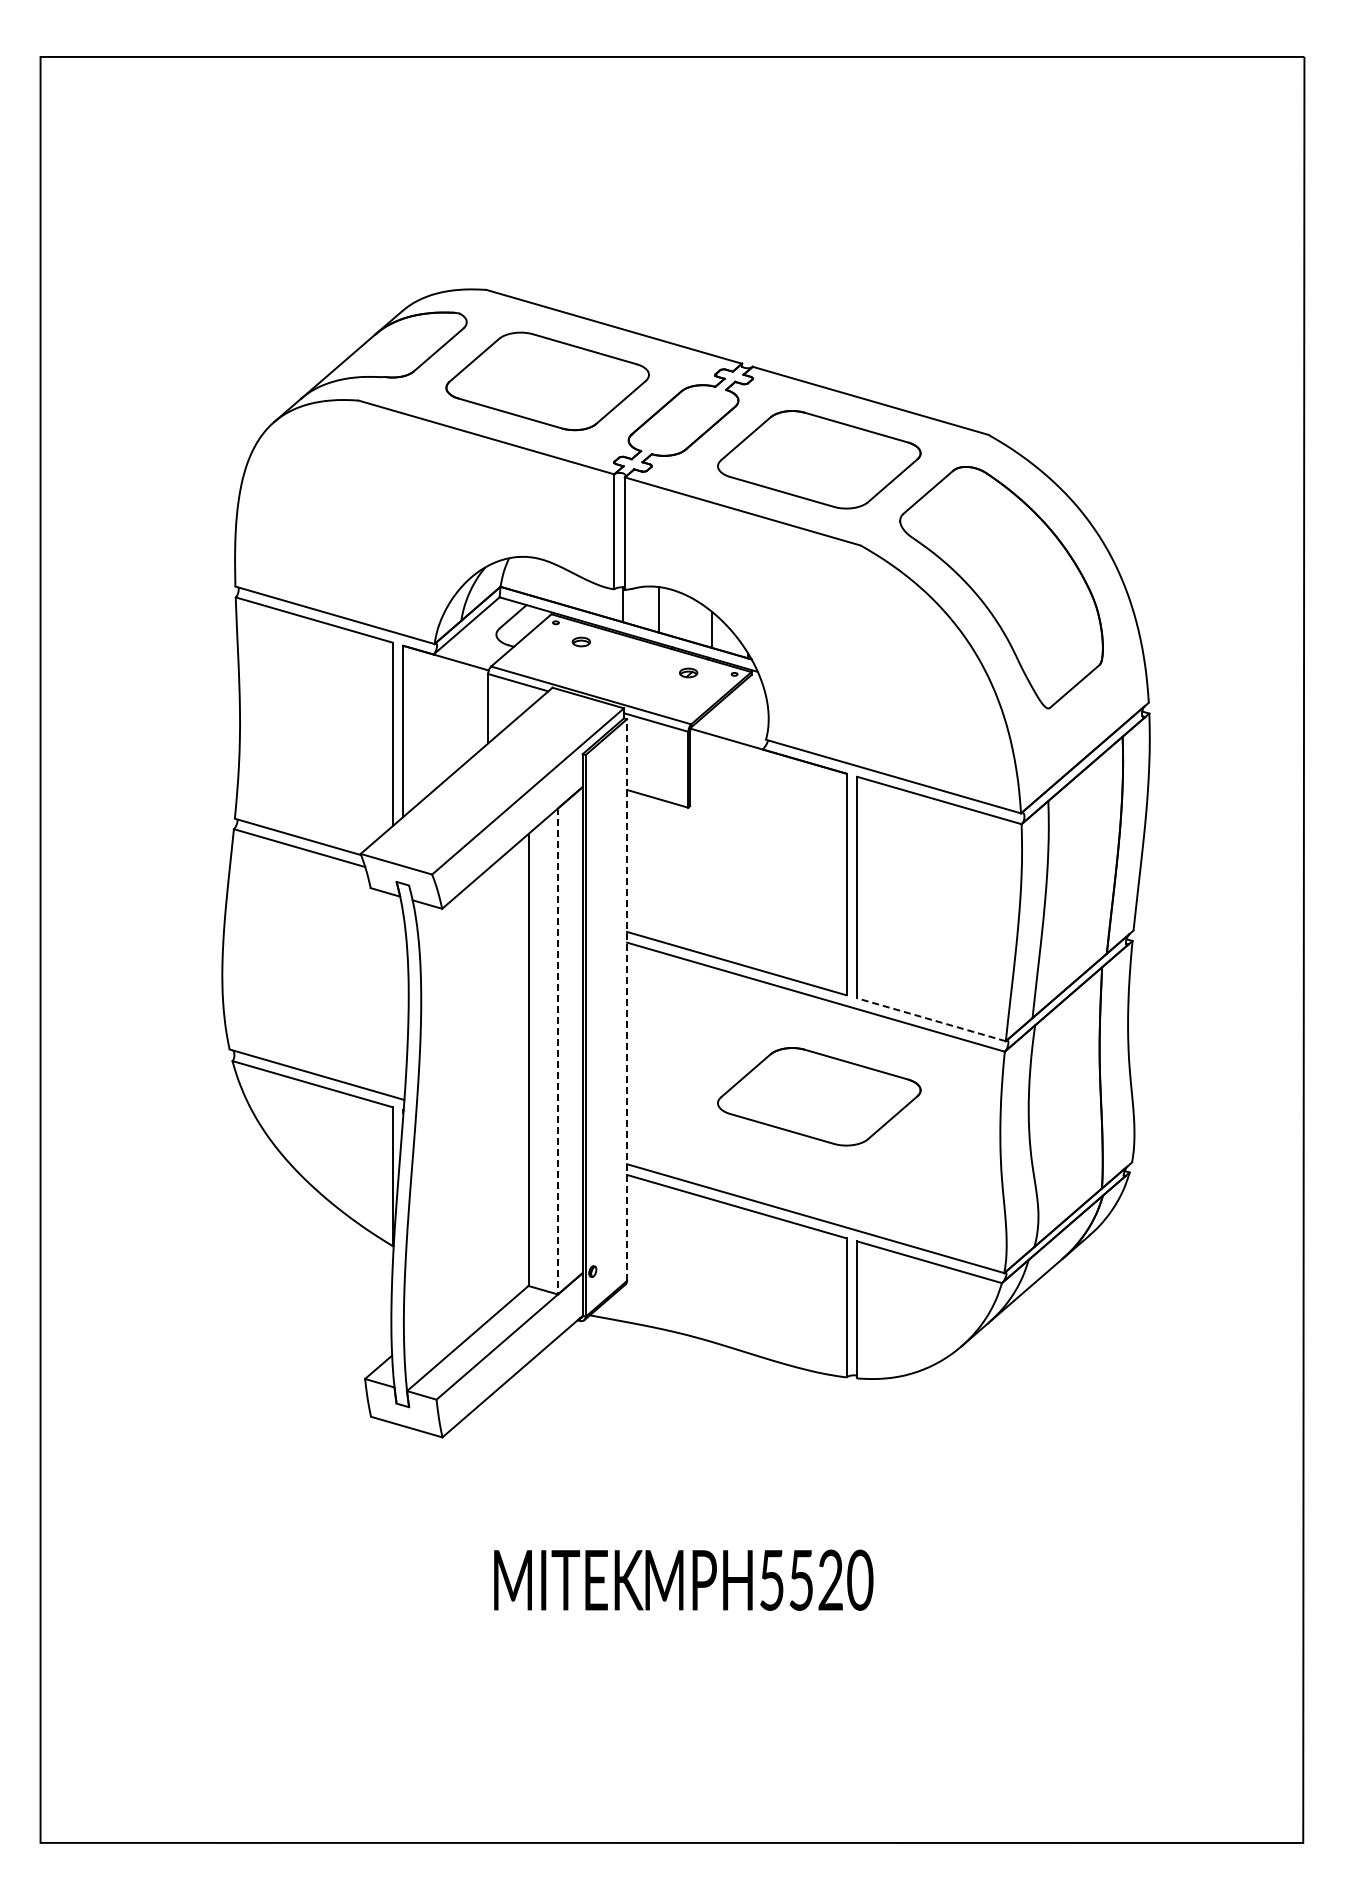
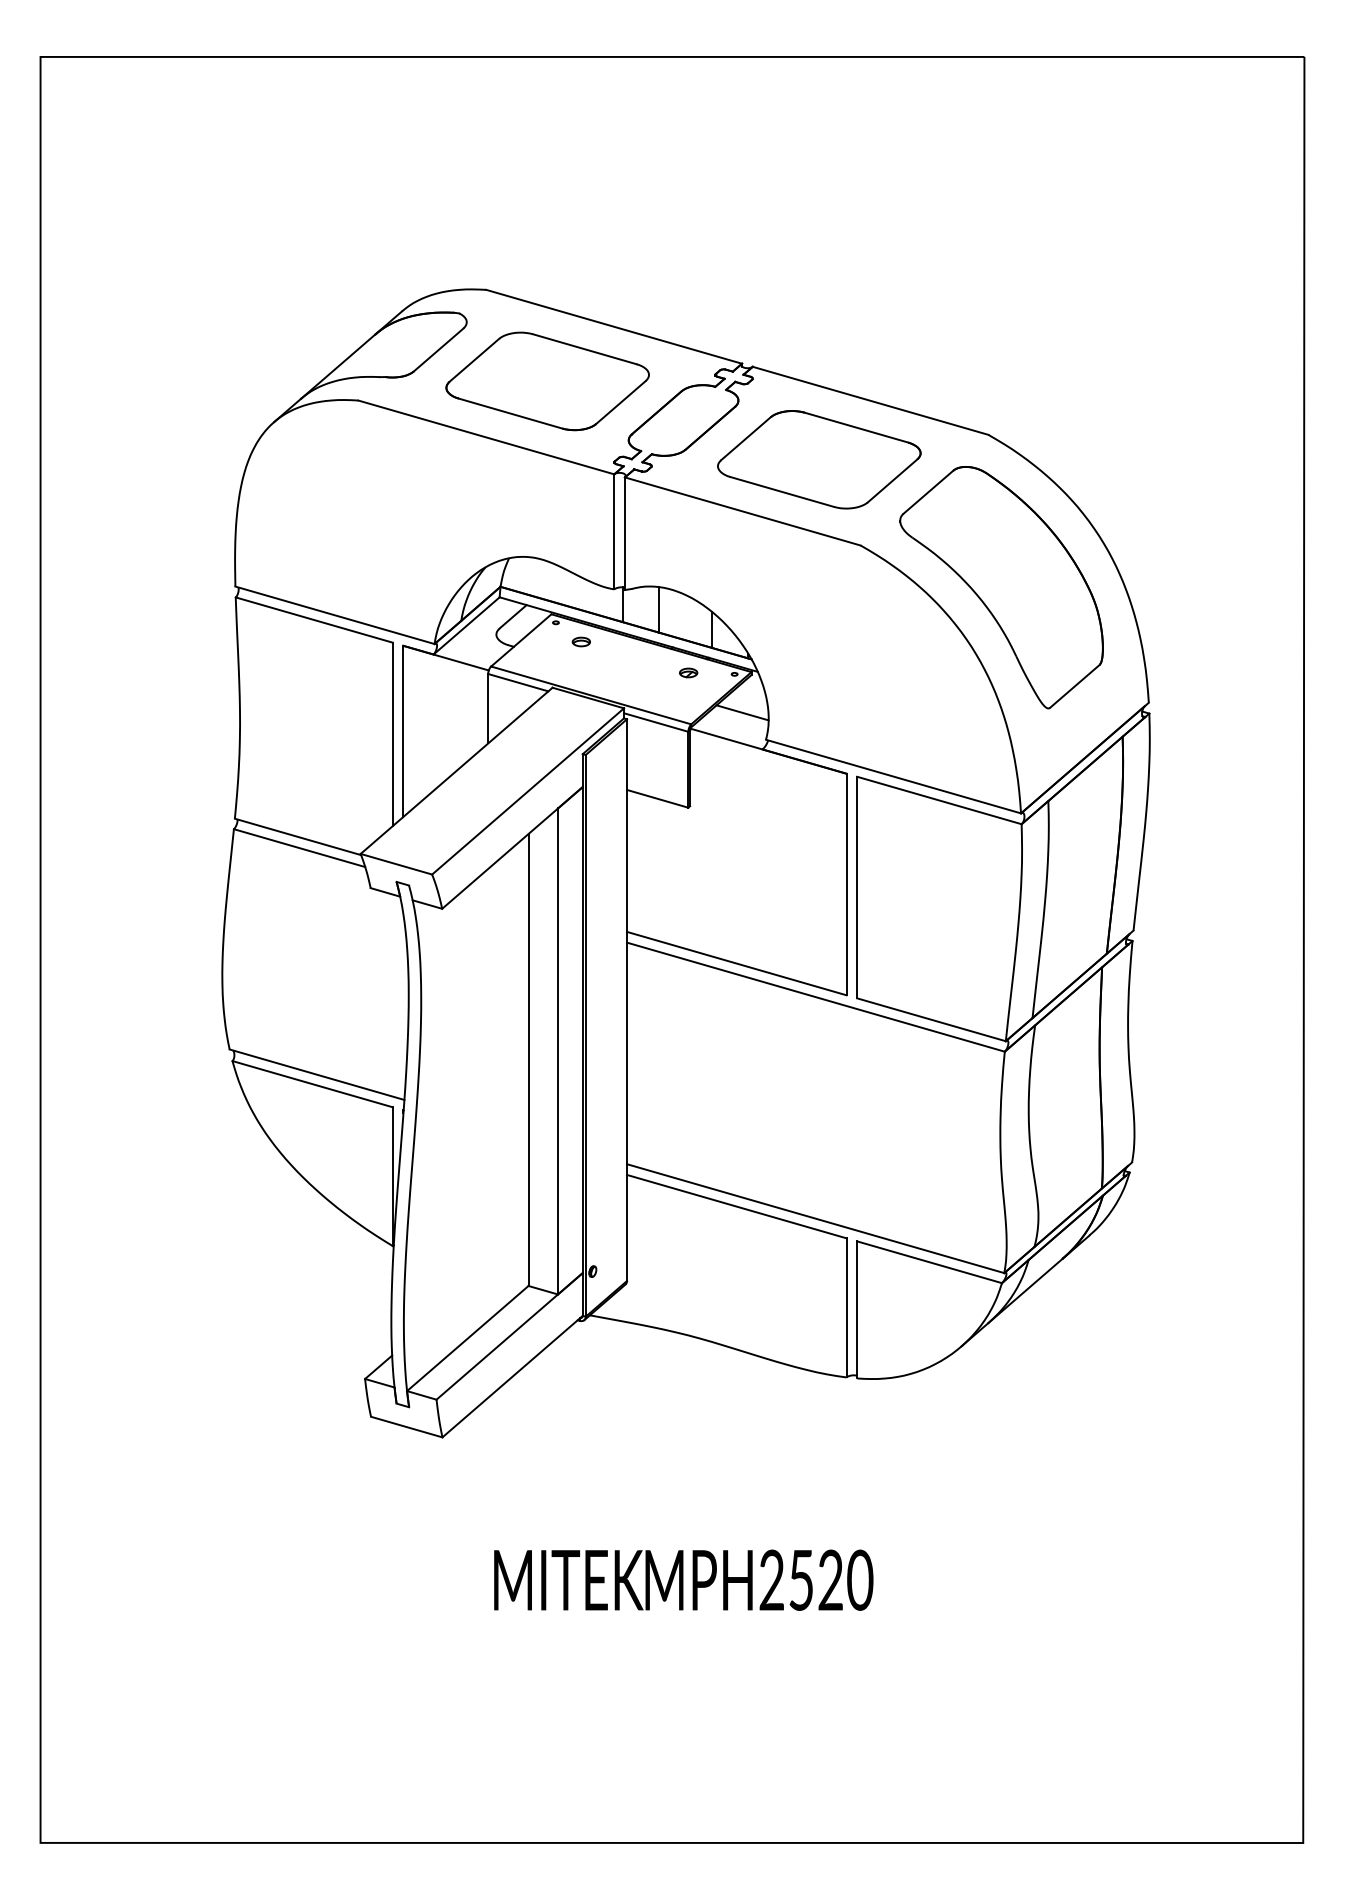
line at (742, 712): none -> present
line at (627, 1000): dashed -> solid
line at (931, 1019): dashed -> solid
line at (558, 1051): dashed -> solid
part at (819, 1096): present -> none
text at (771, 1579): MPH5520 -> MPH2520
